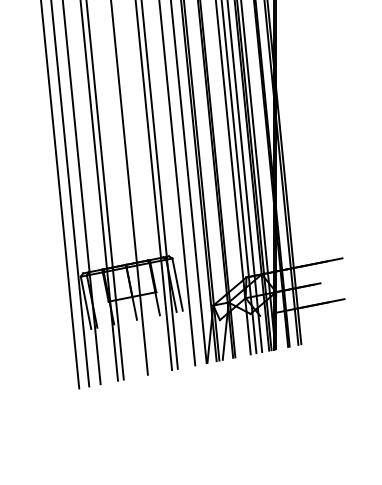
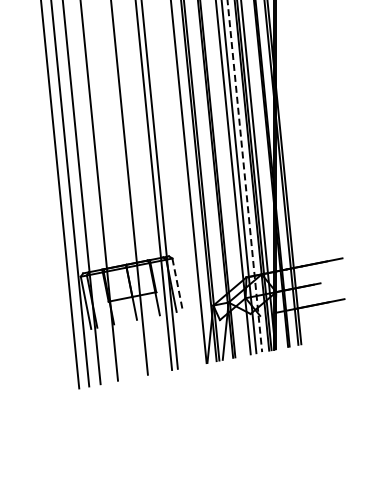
line at (244, 176): solid -> dashed
line at (177, 183): present -> none
line at (104, 190): present -> none
line at (177, 284): solid -> dashed
